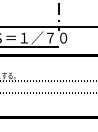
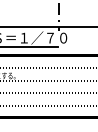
line at (48, 68): none -> present
line at (48, 105): none -> present
